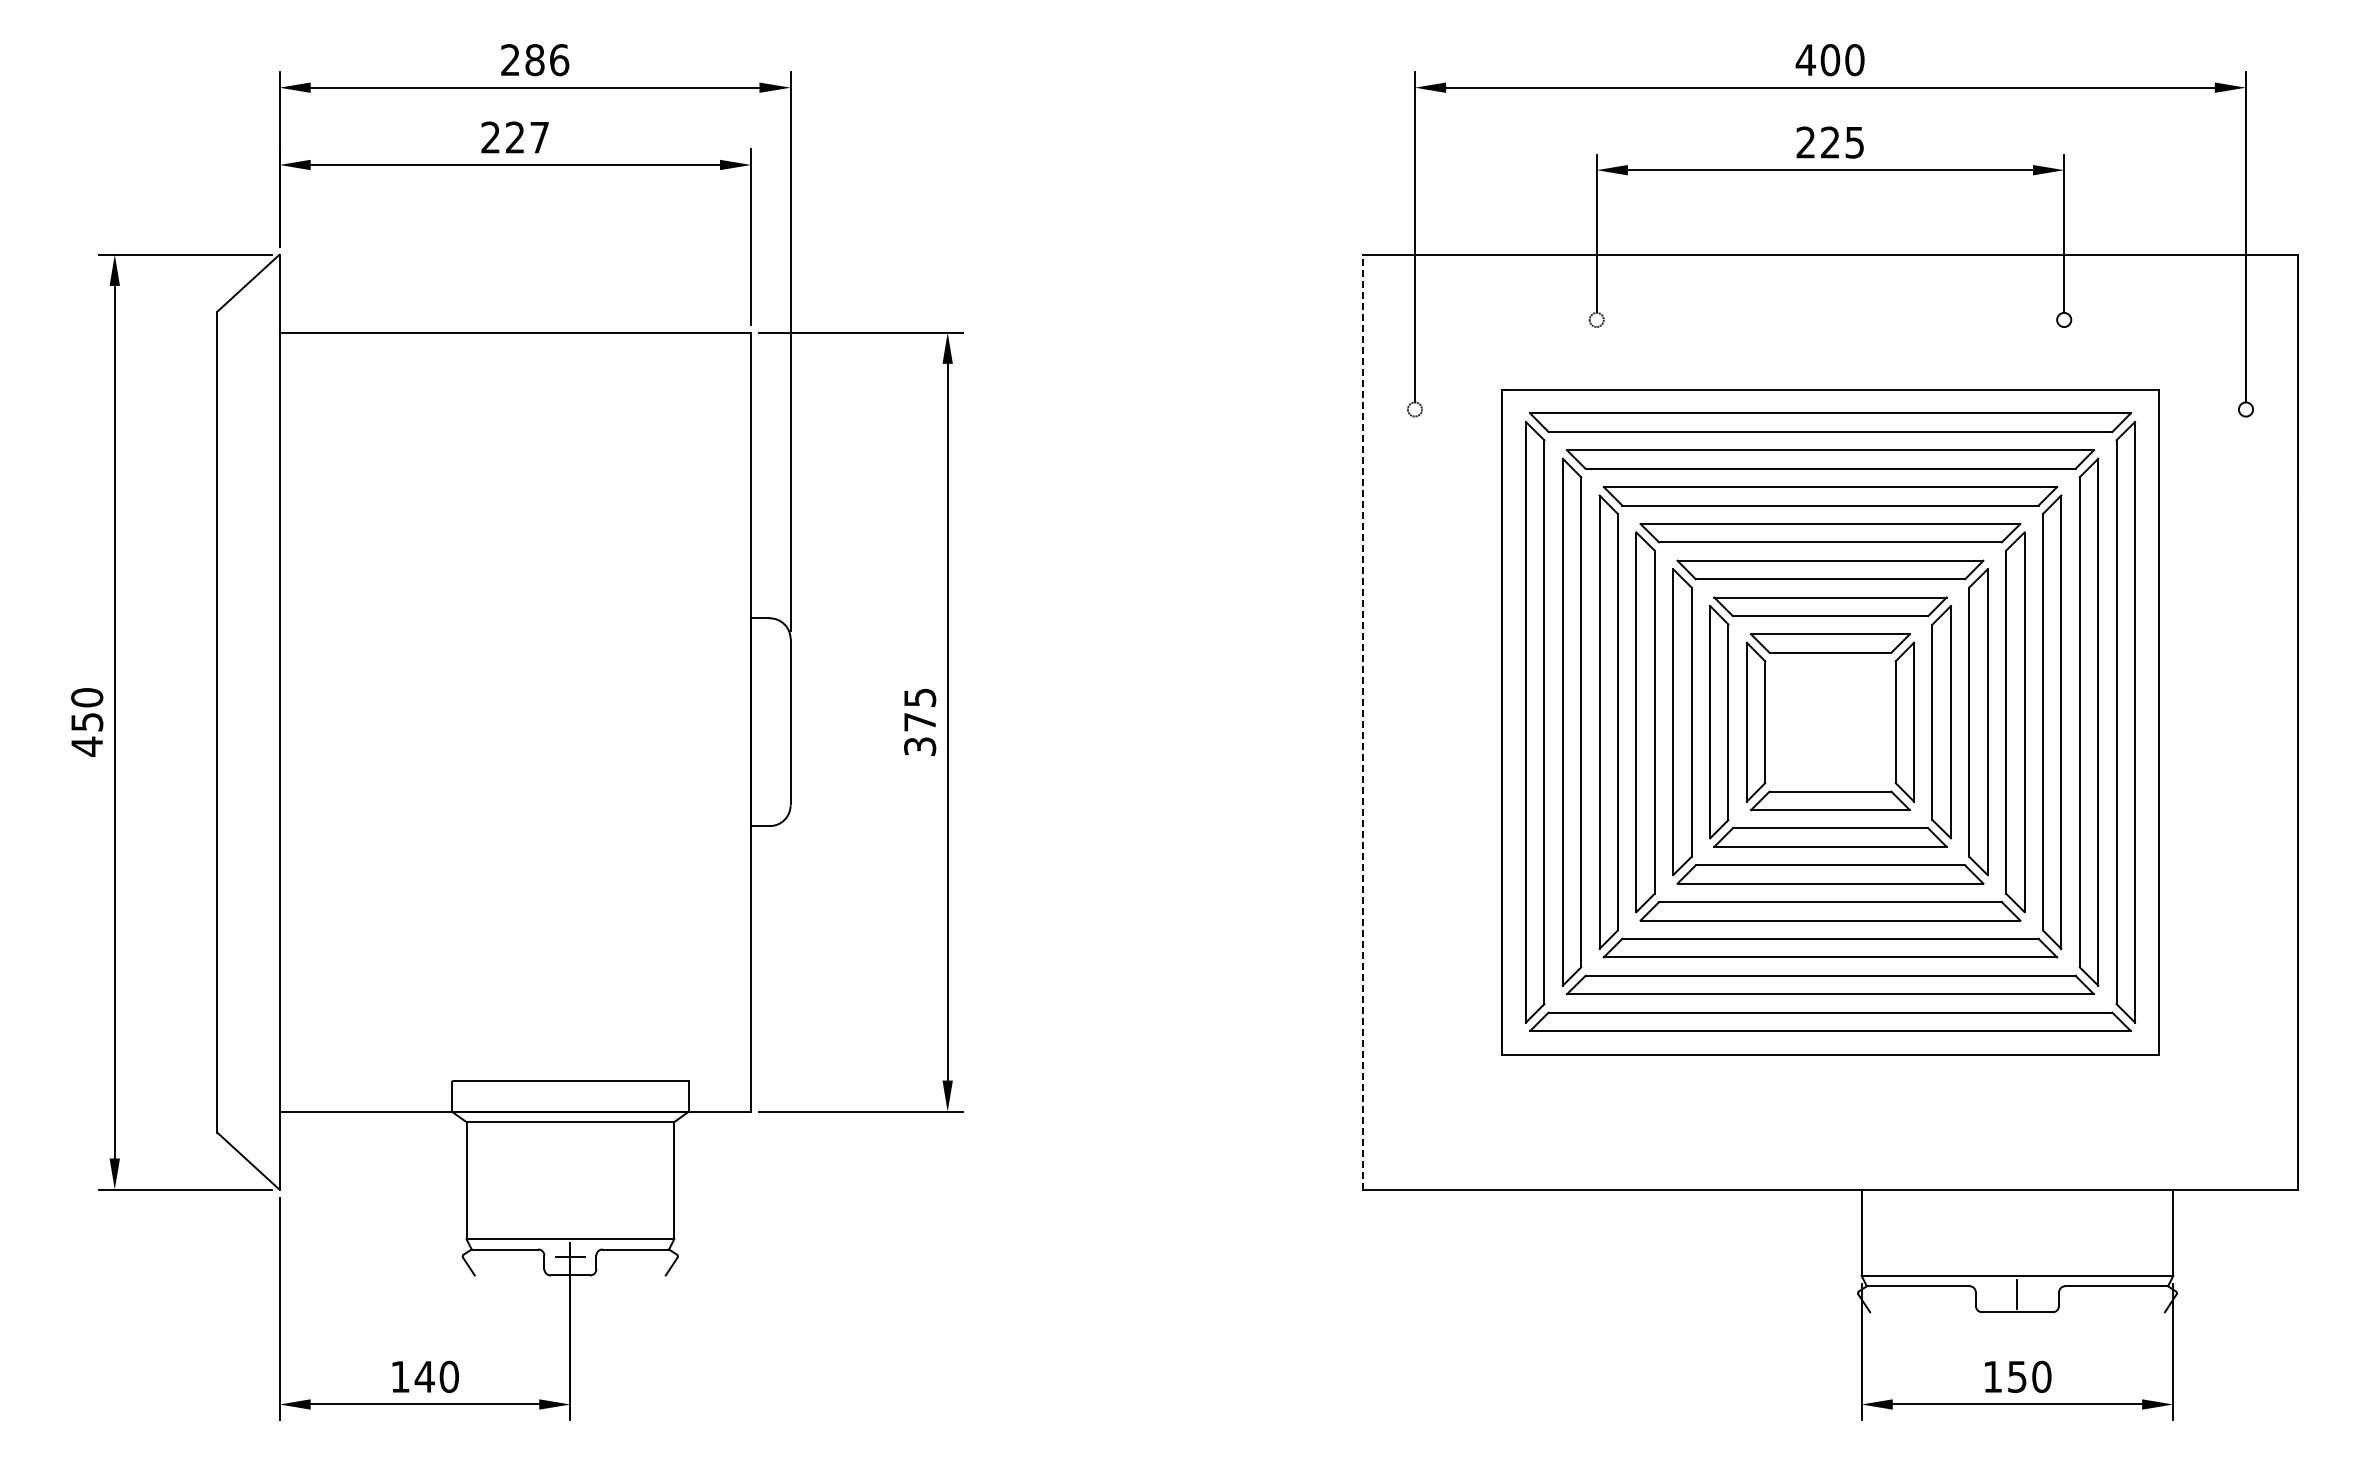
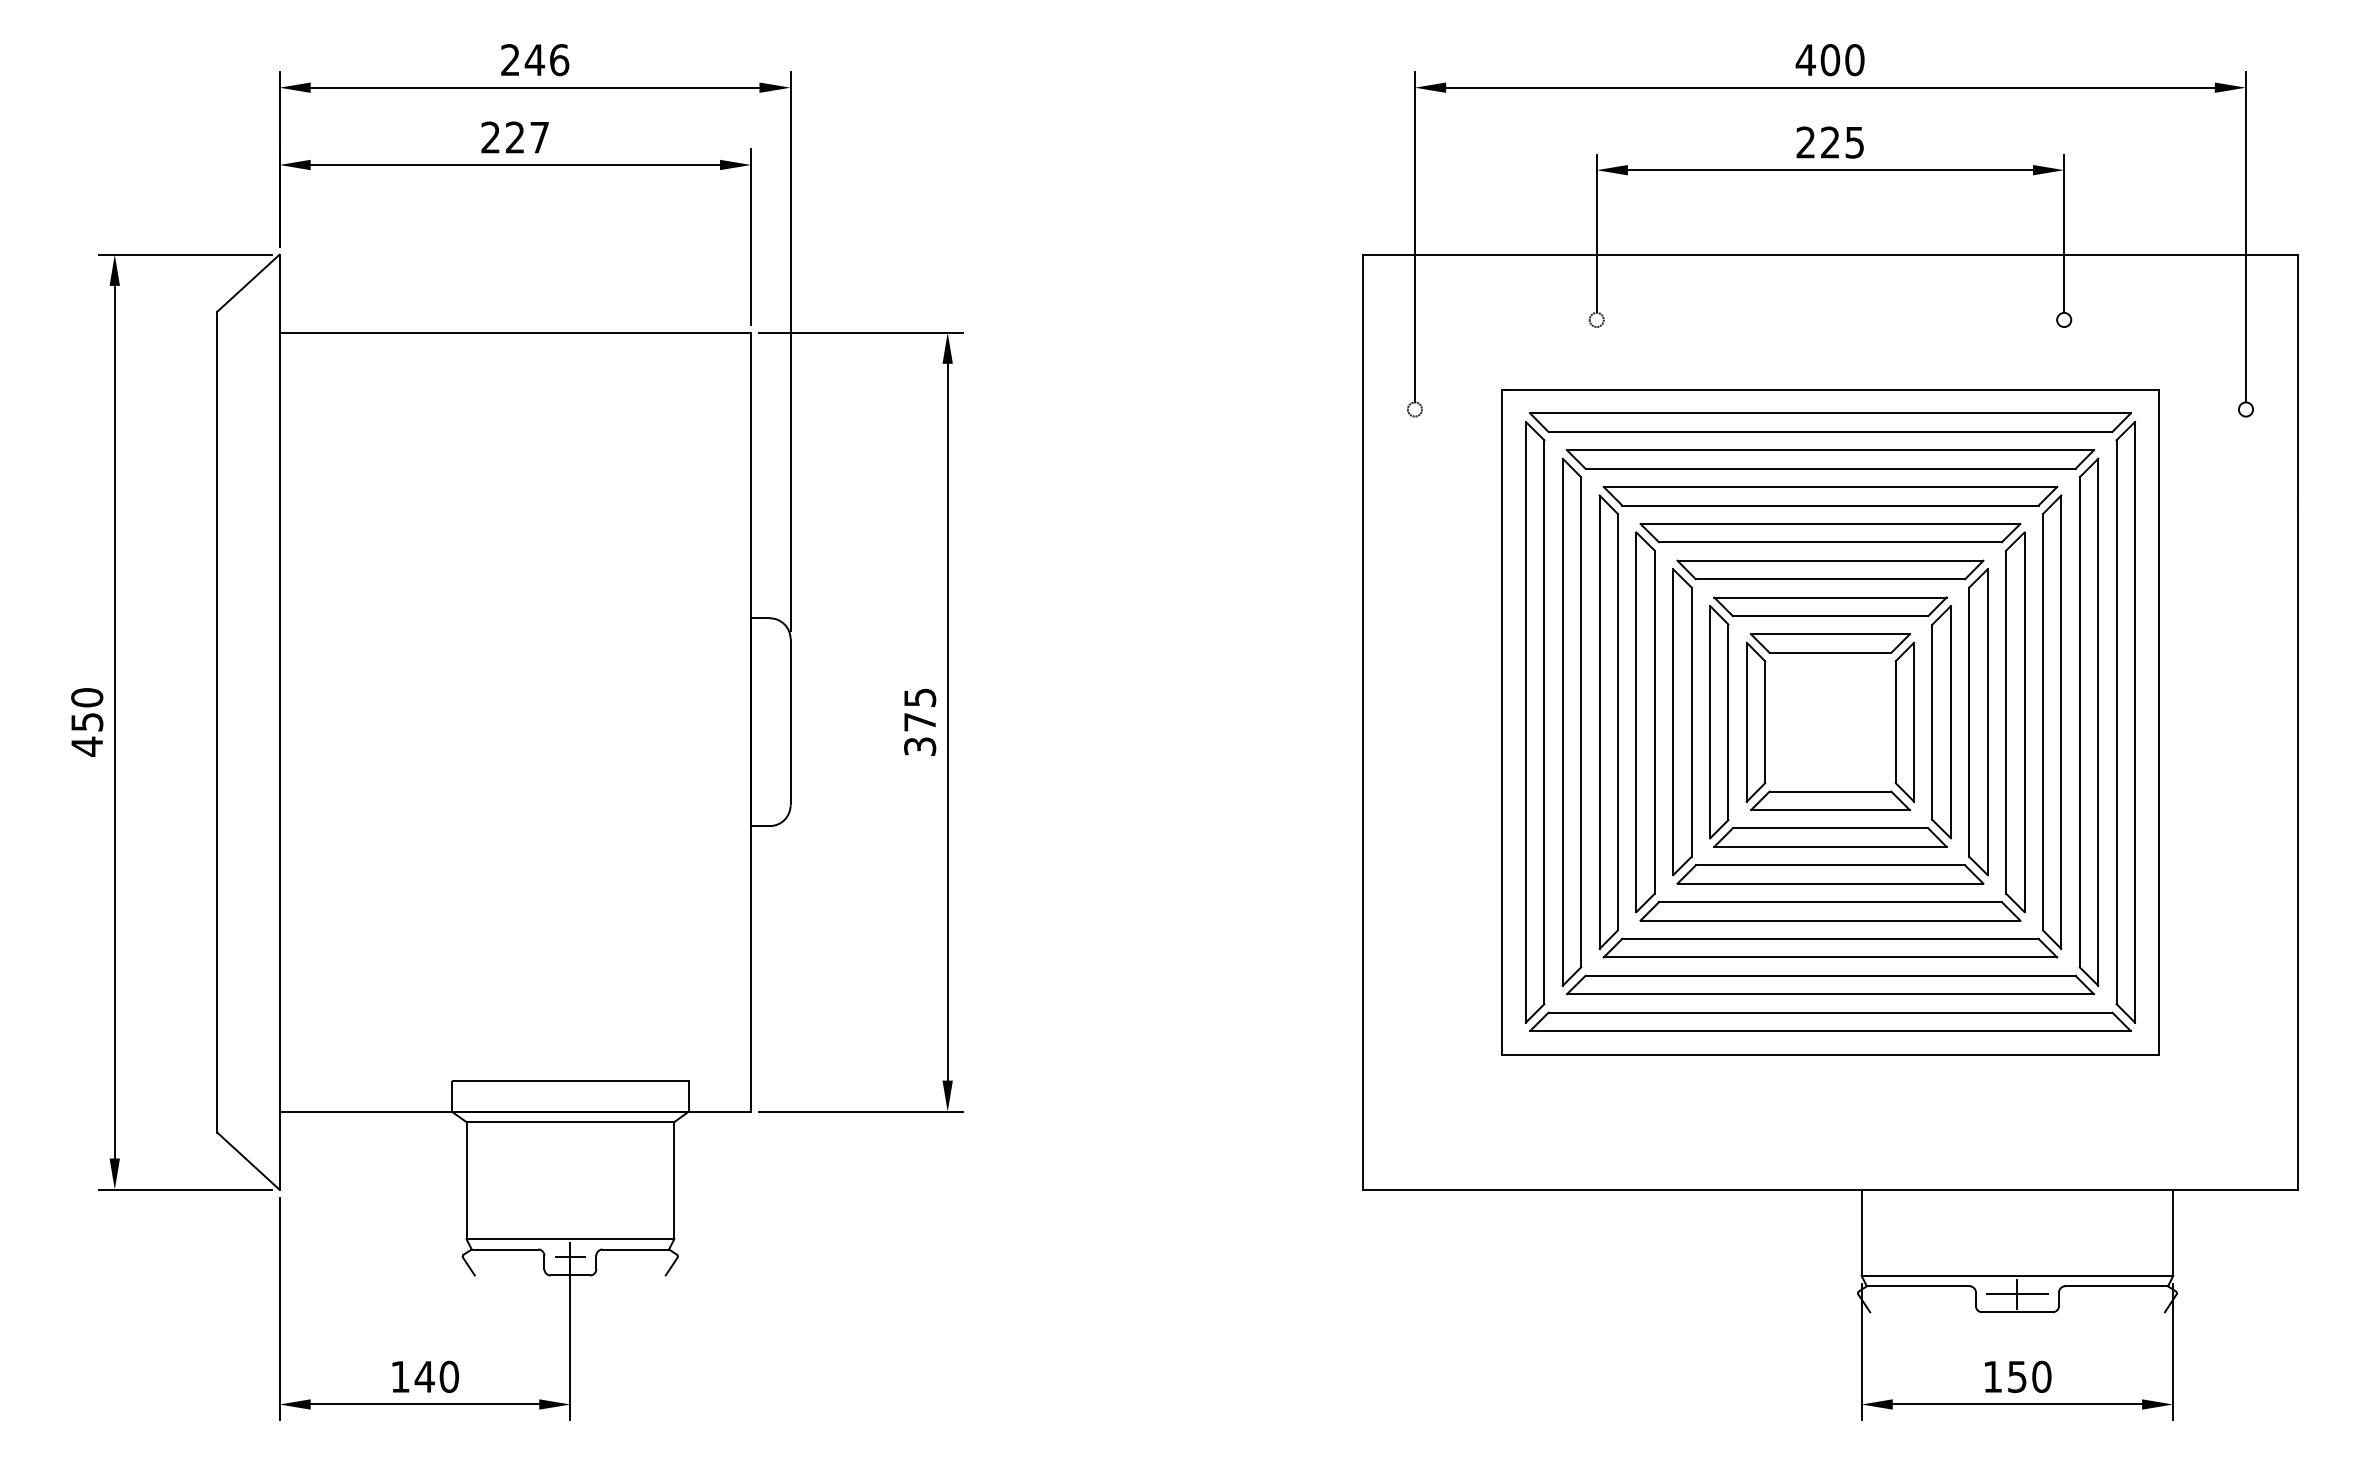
text at (534, 60): 286 -> 246
line at (1363, 721): dashed -> solid
line at (2017, 1294): none -> present
